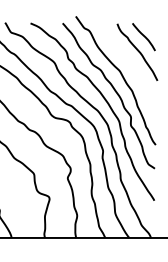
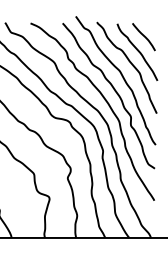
curve at (130, 63): none -> present
